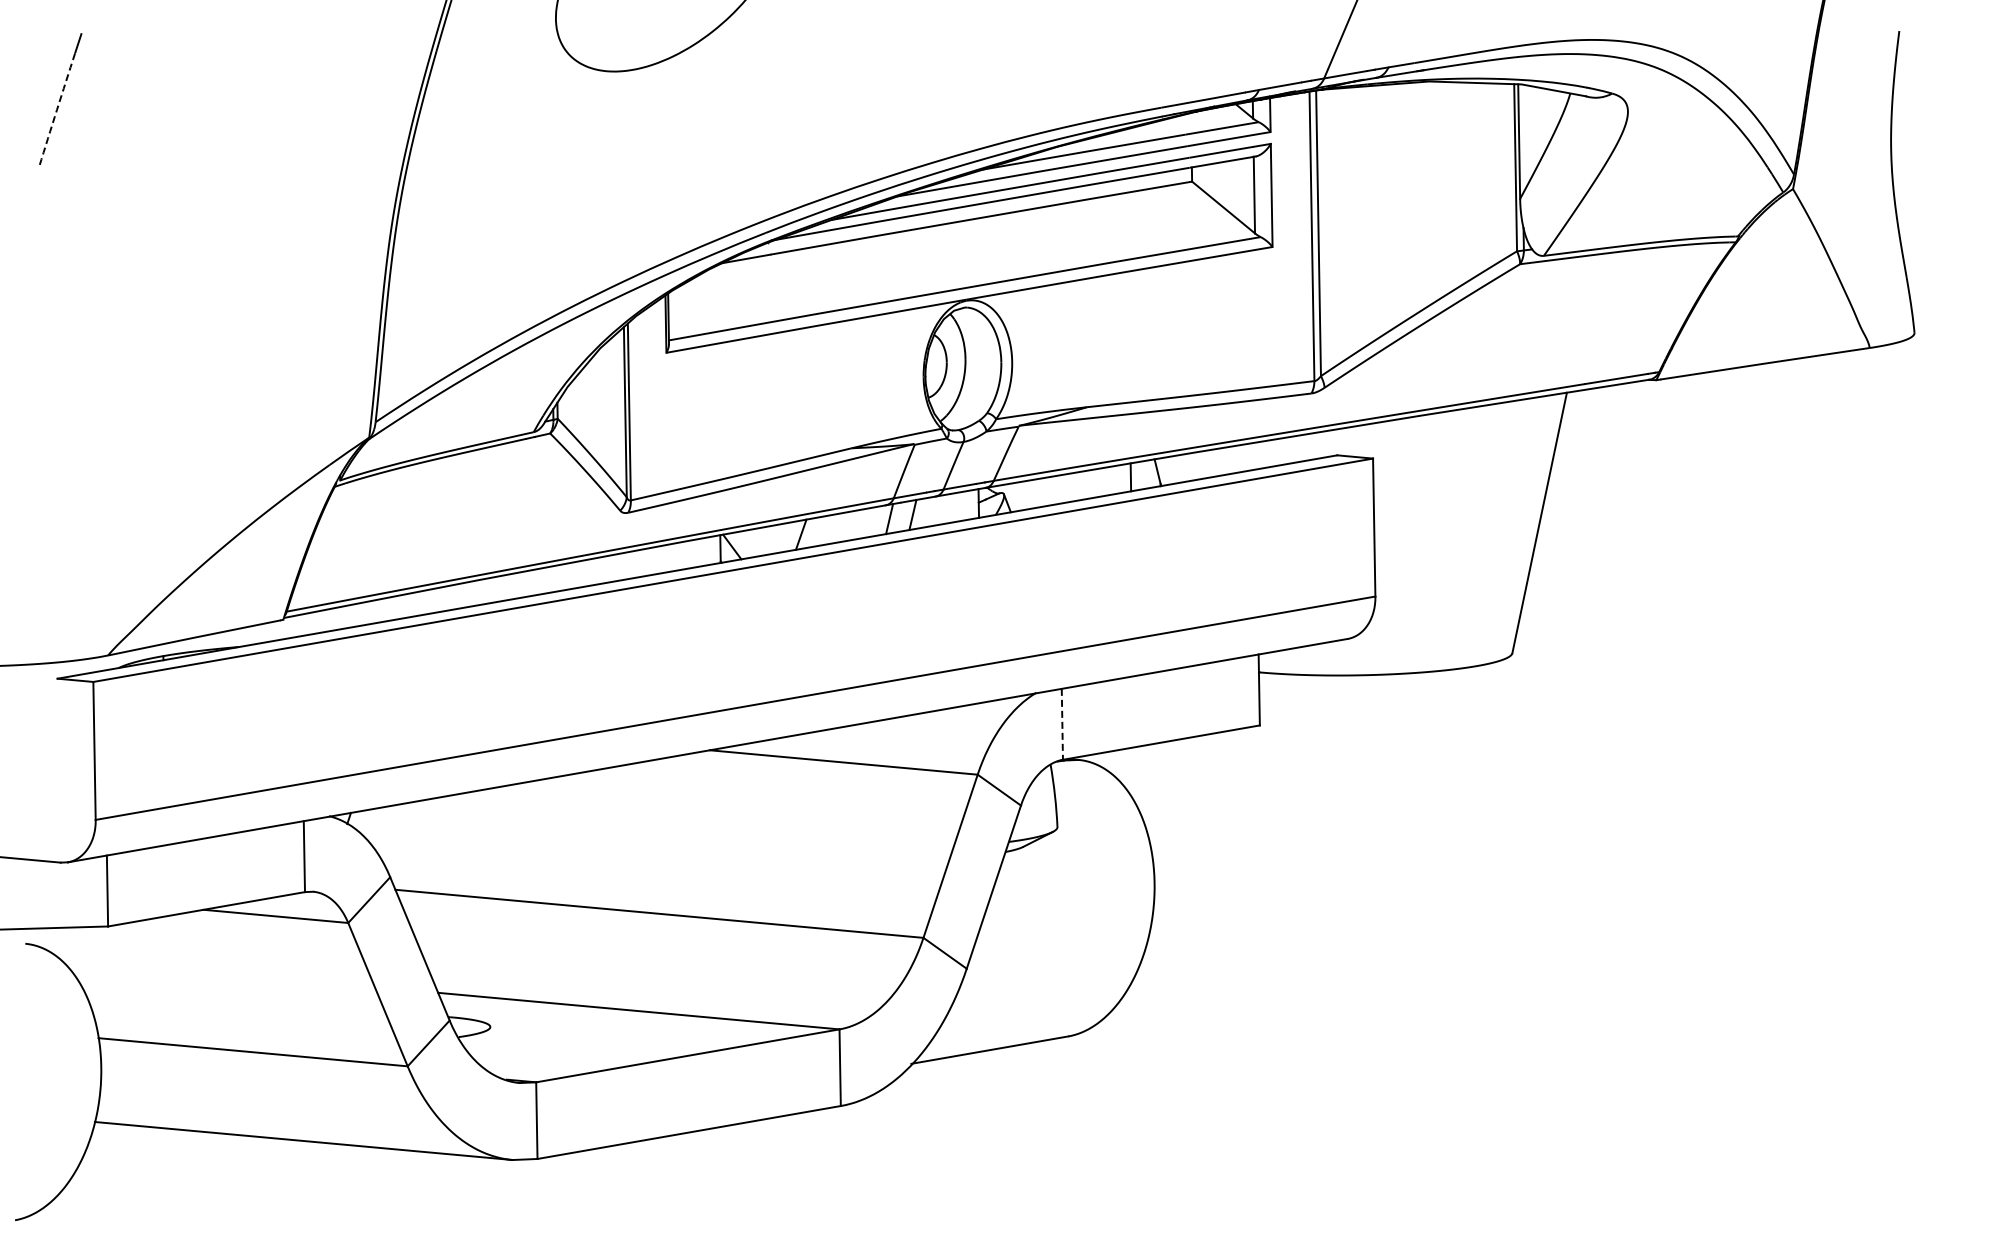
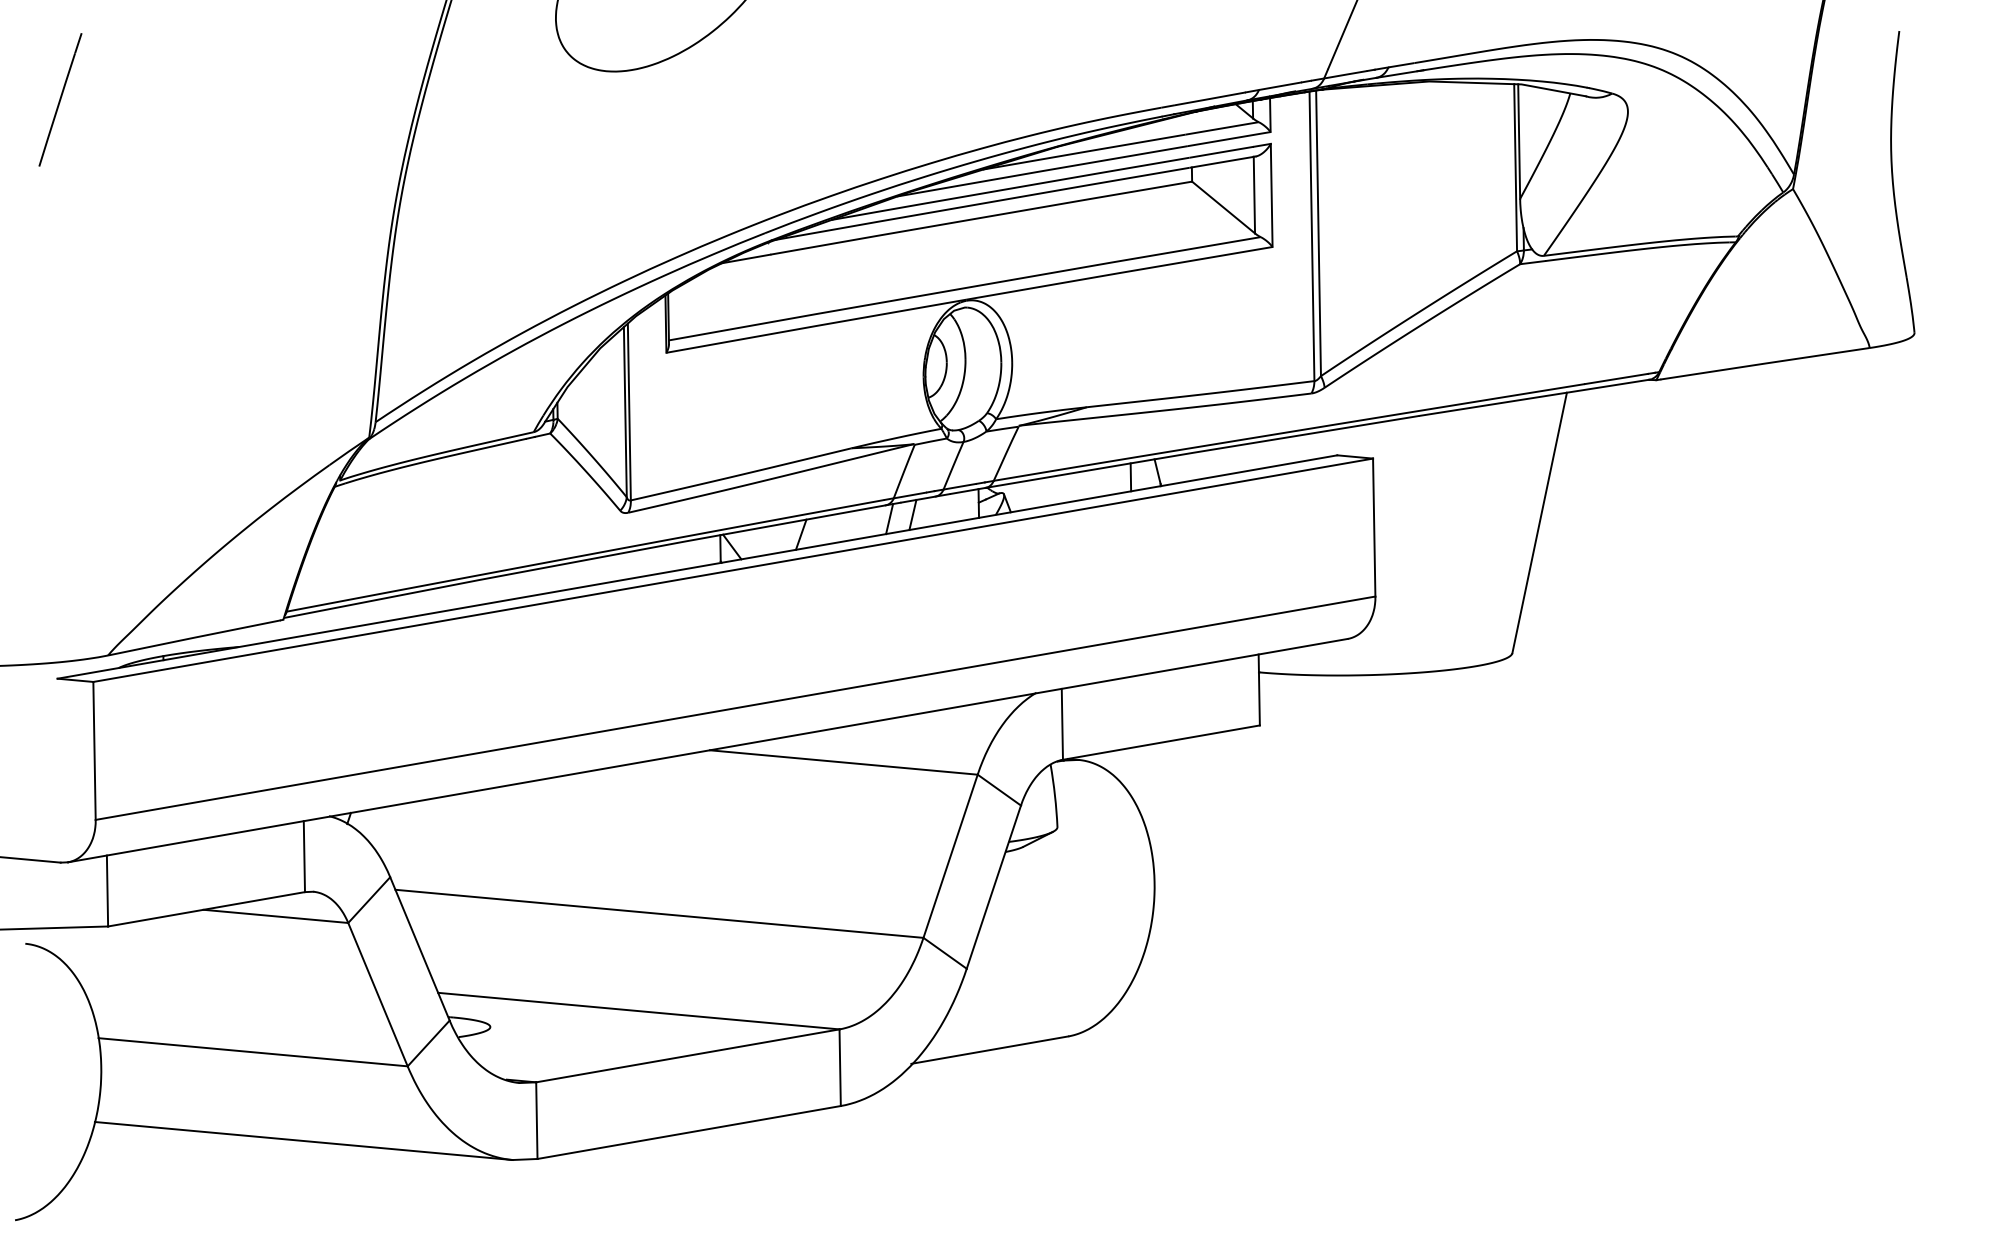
arc at (57, 109): dashed -> solid
line at (1062, 724): dashed -> solid
